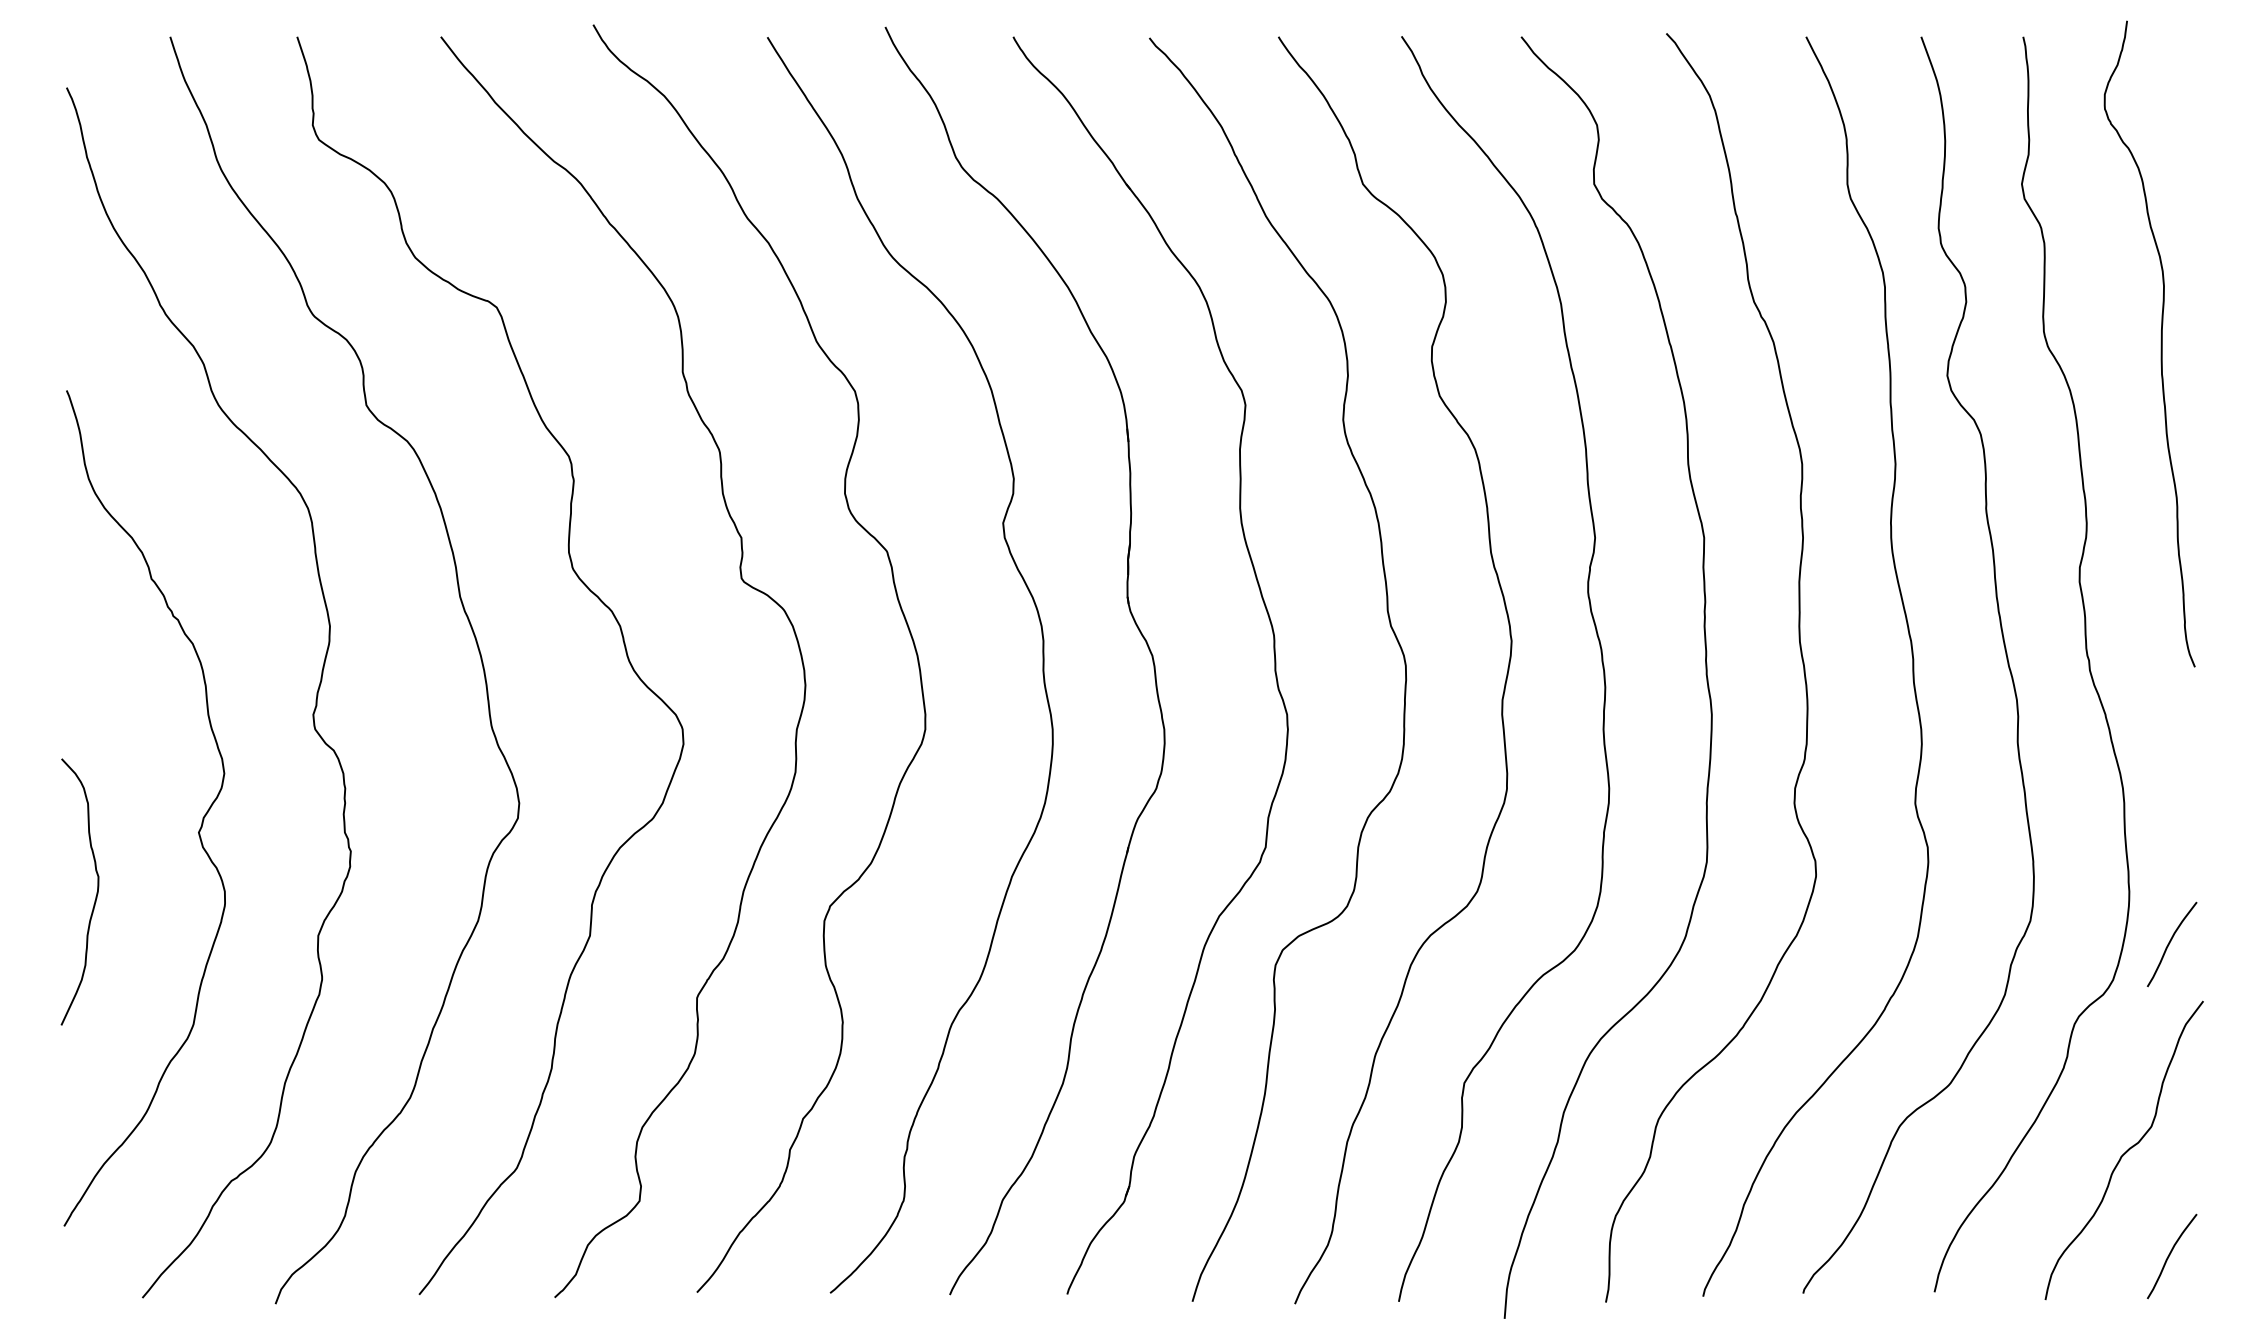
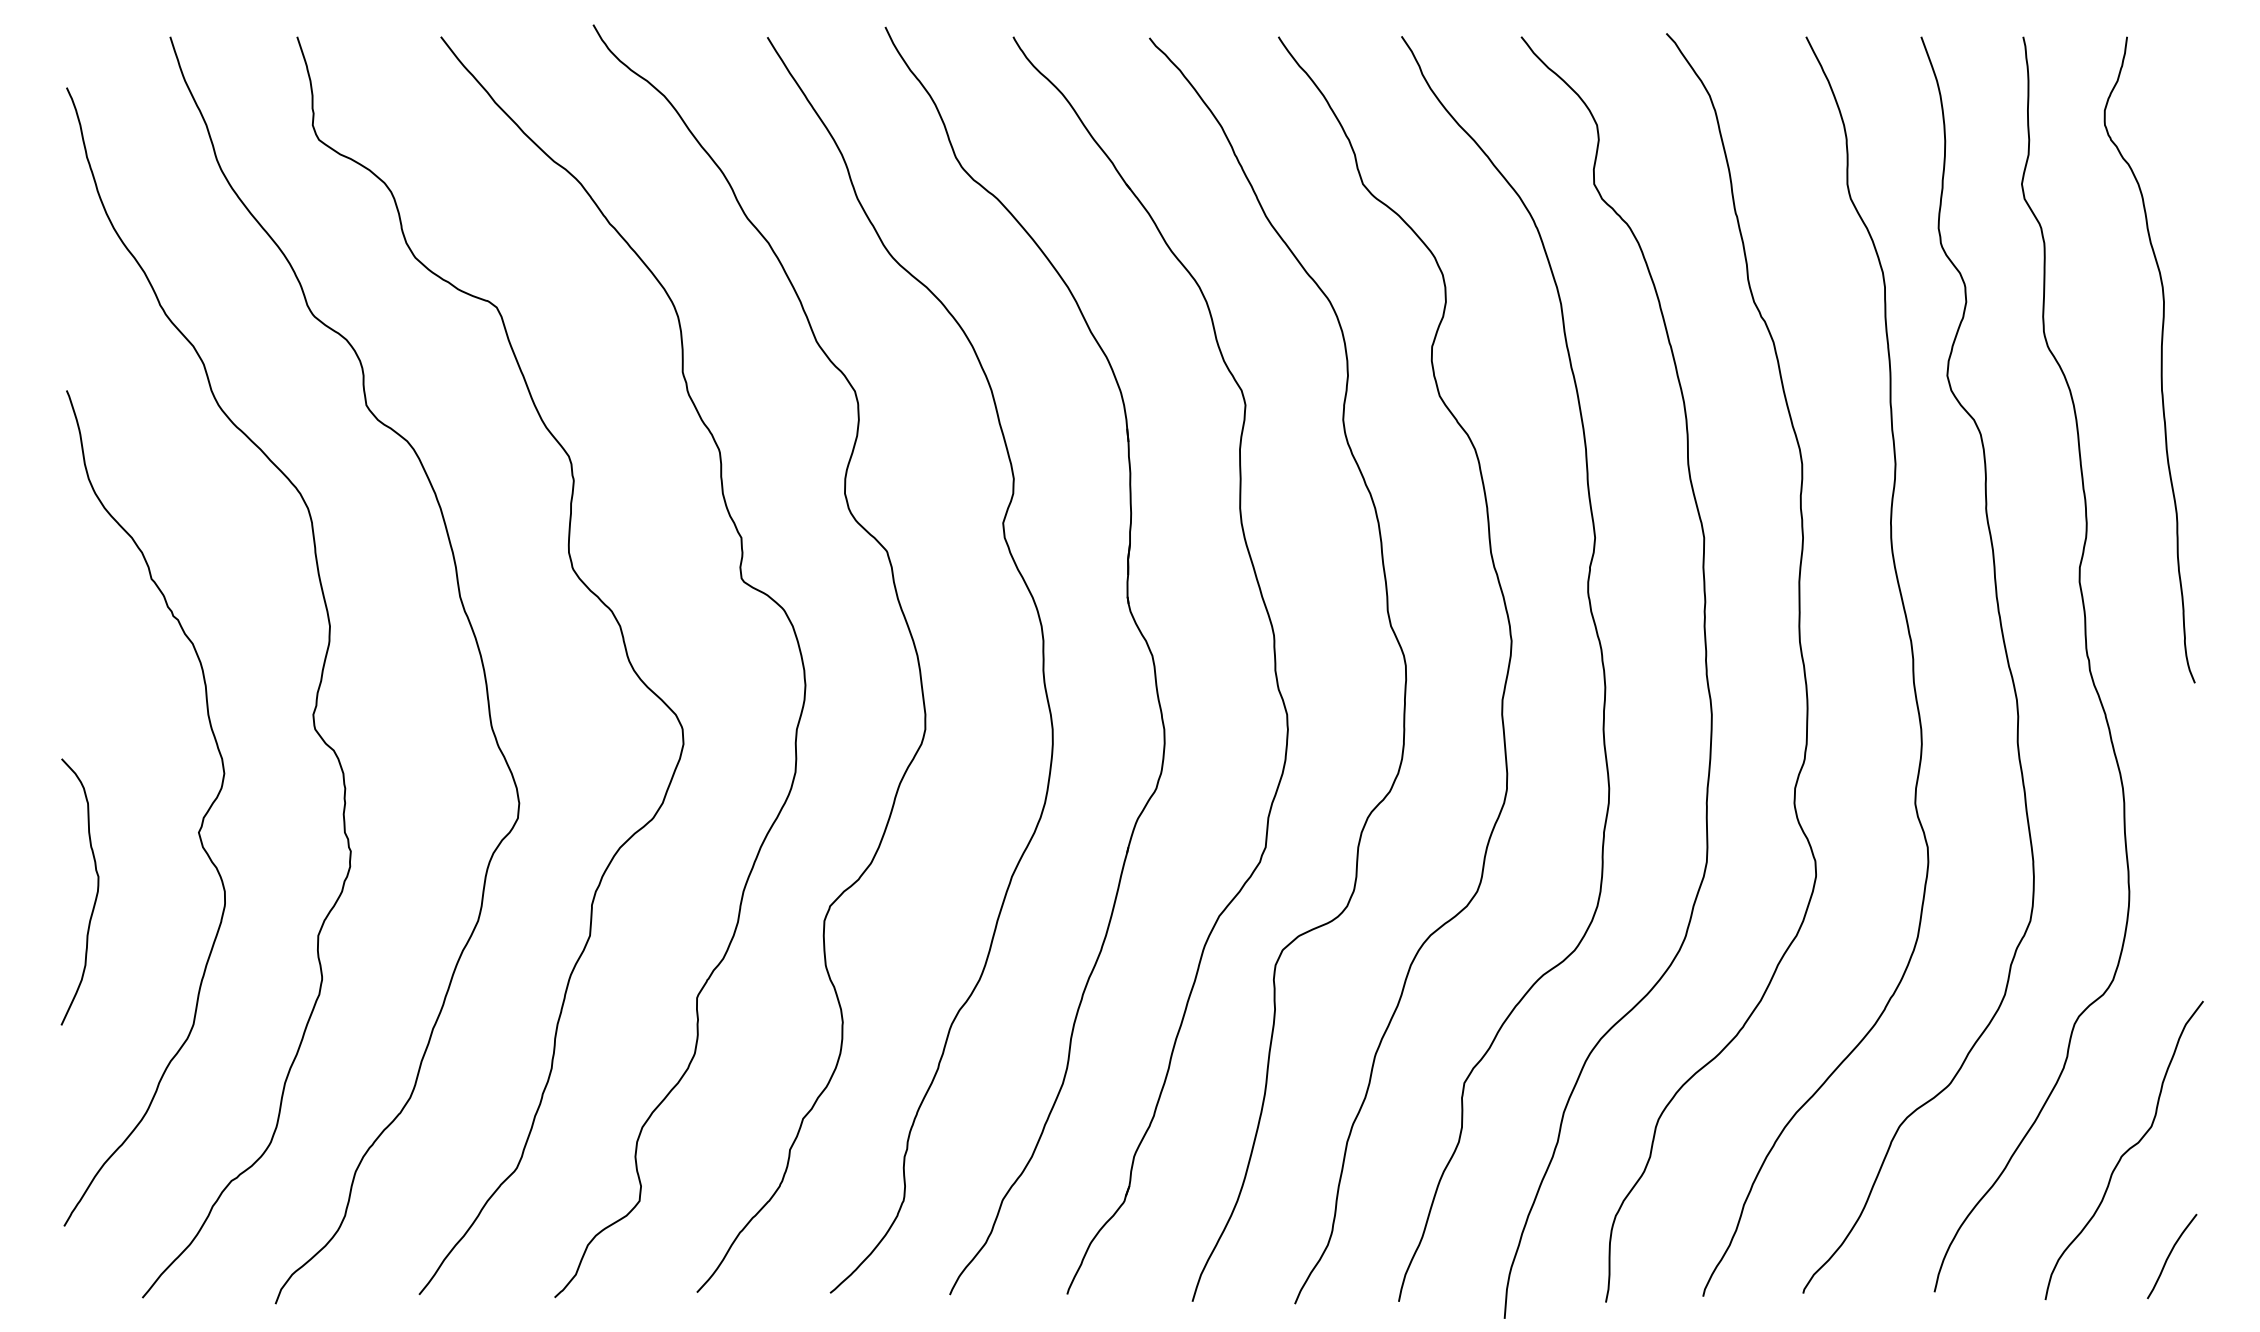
curve at (2160, 343) position: (2160, 343) -> (2160, 359)
curve at (2170, 943): present -> none
